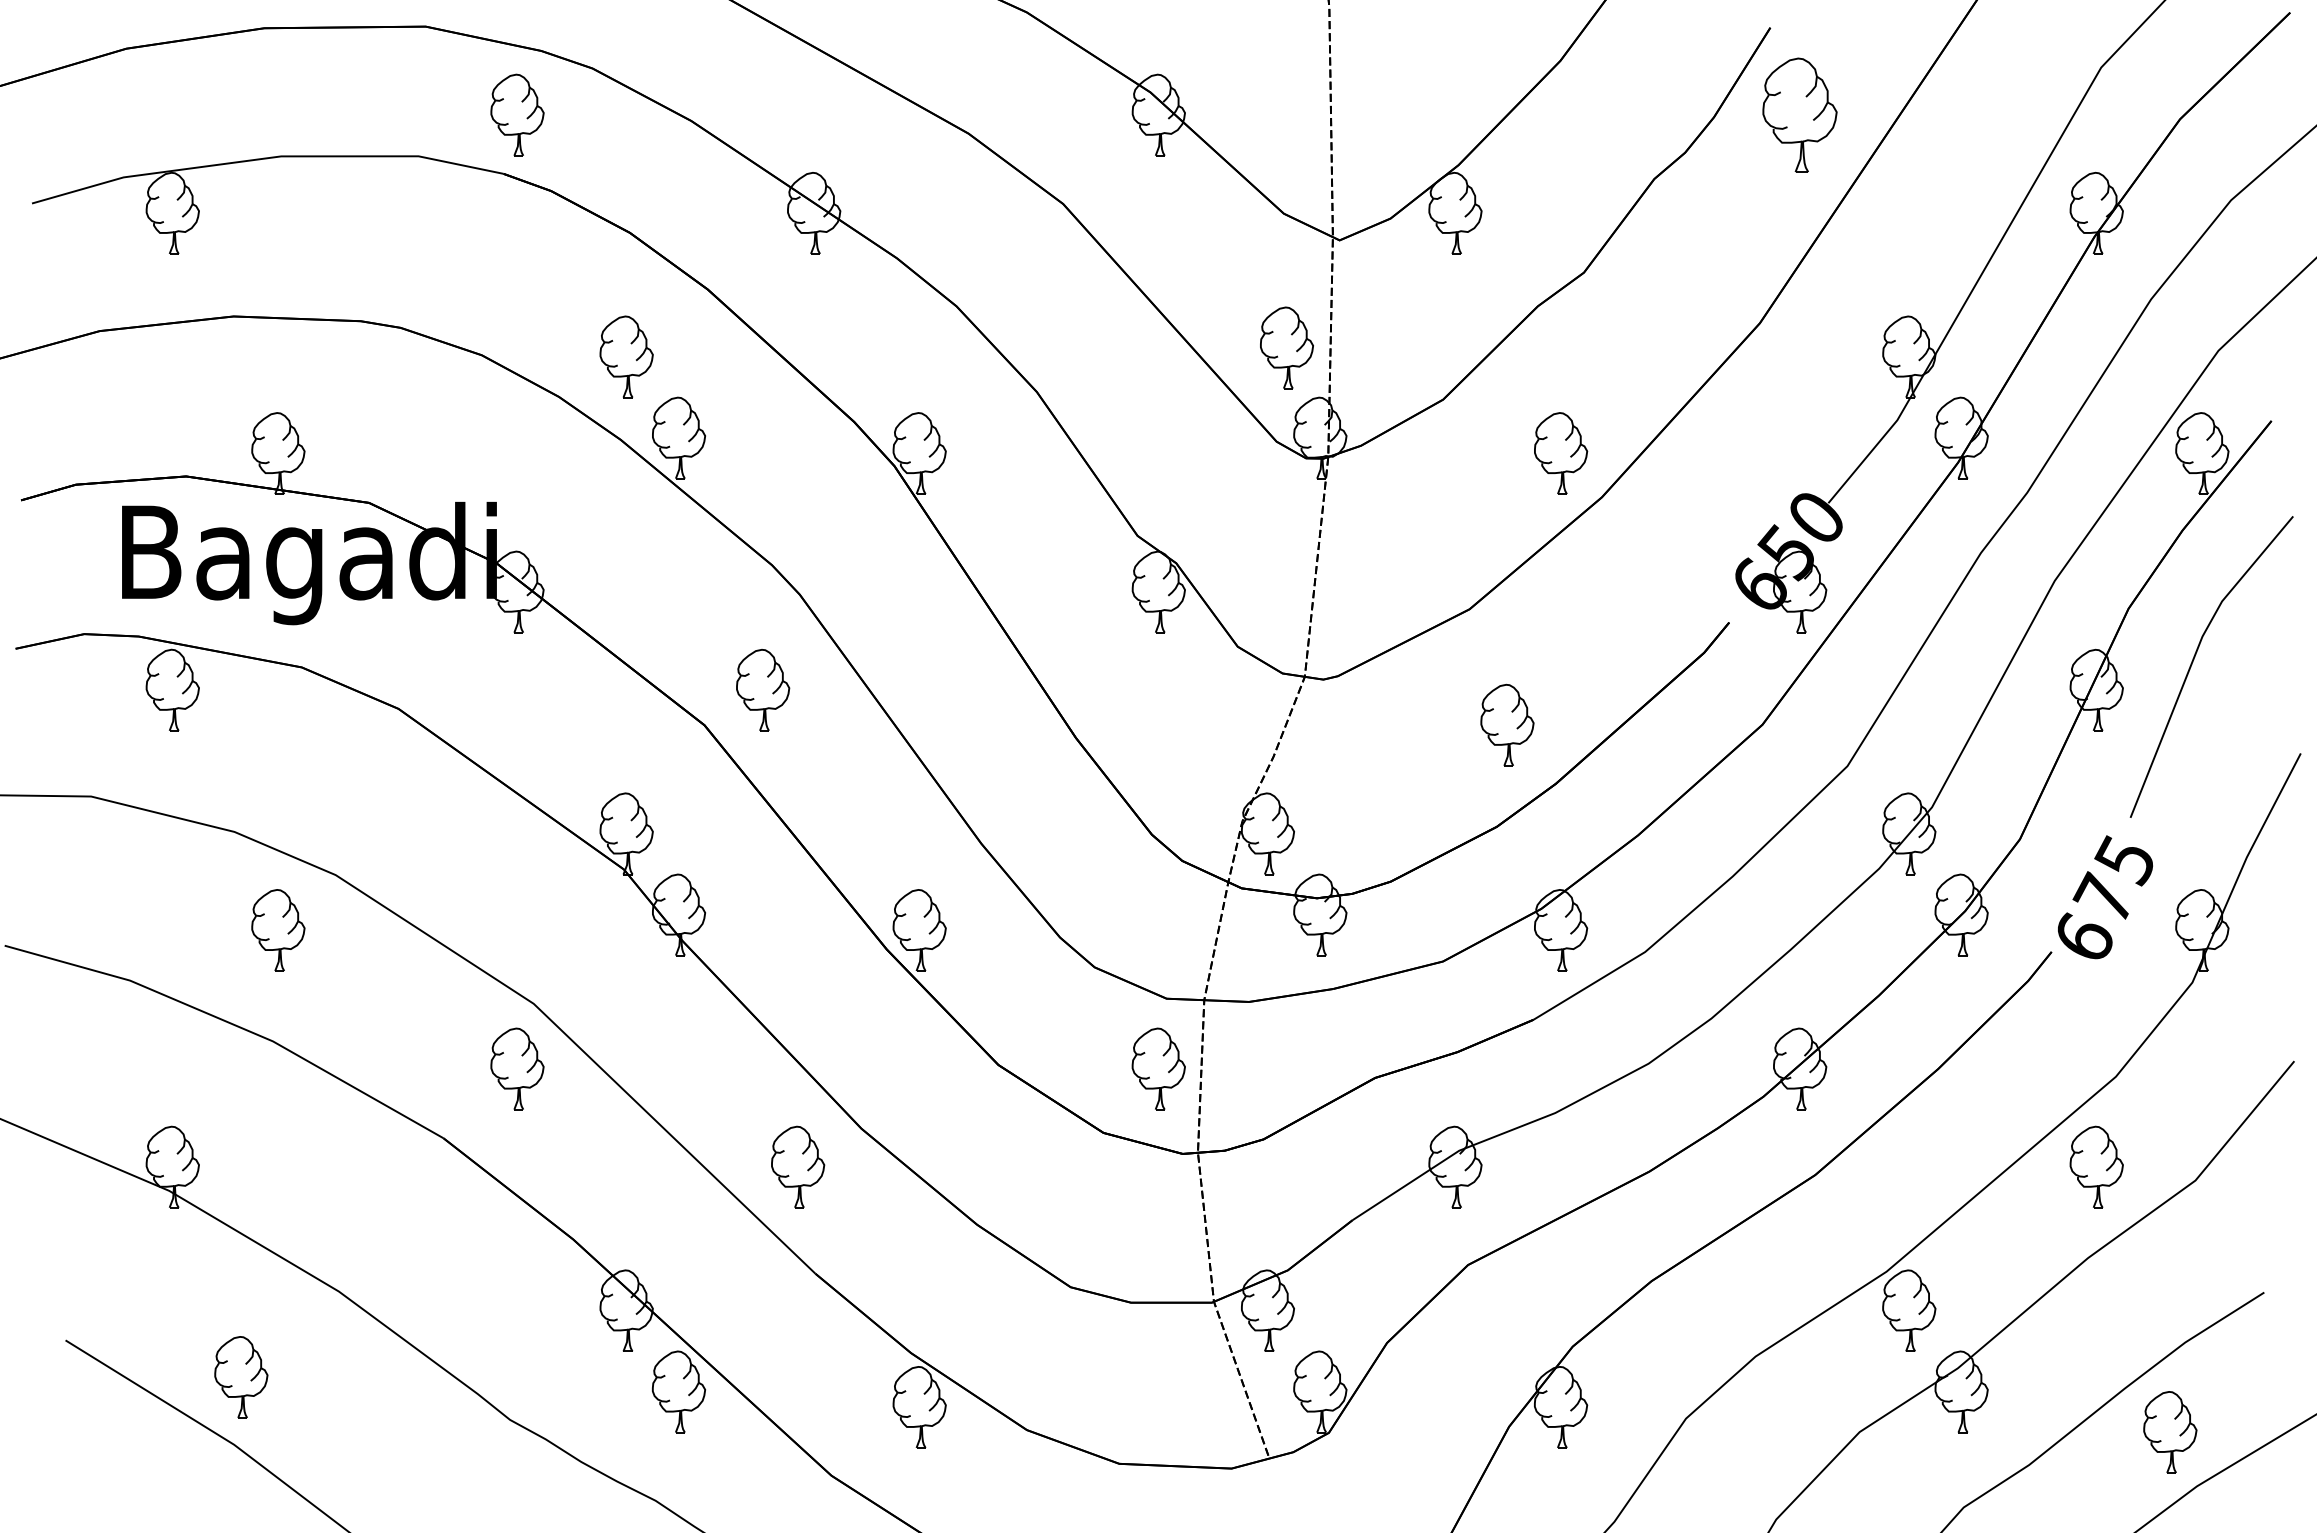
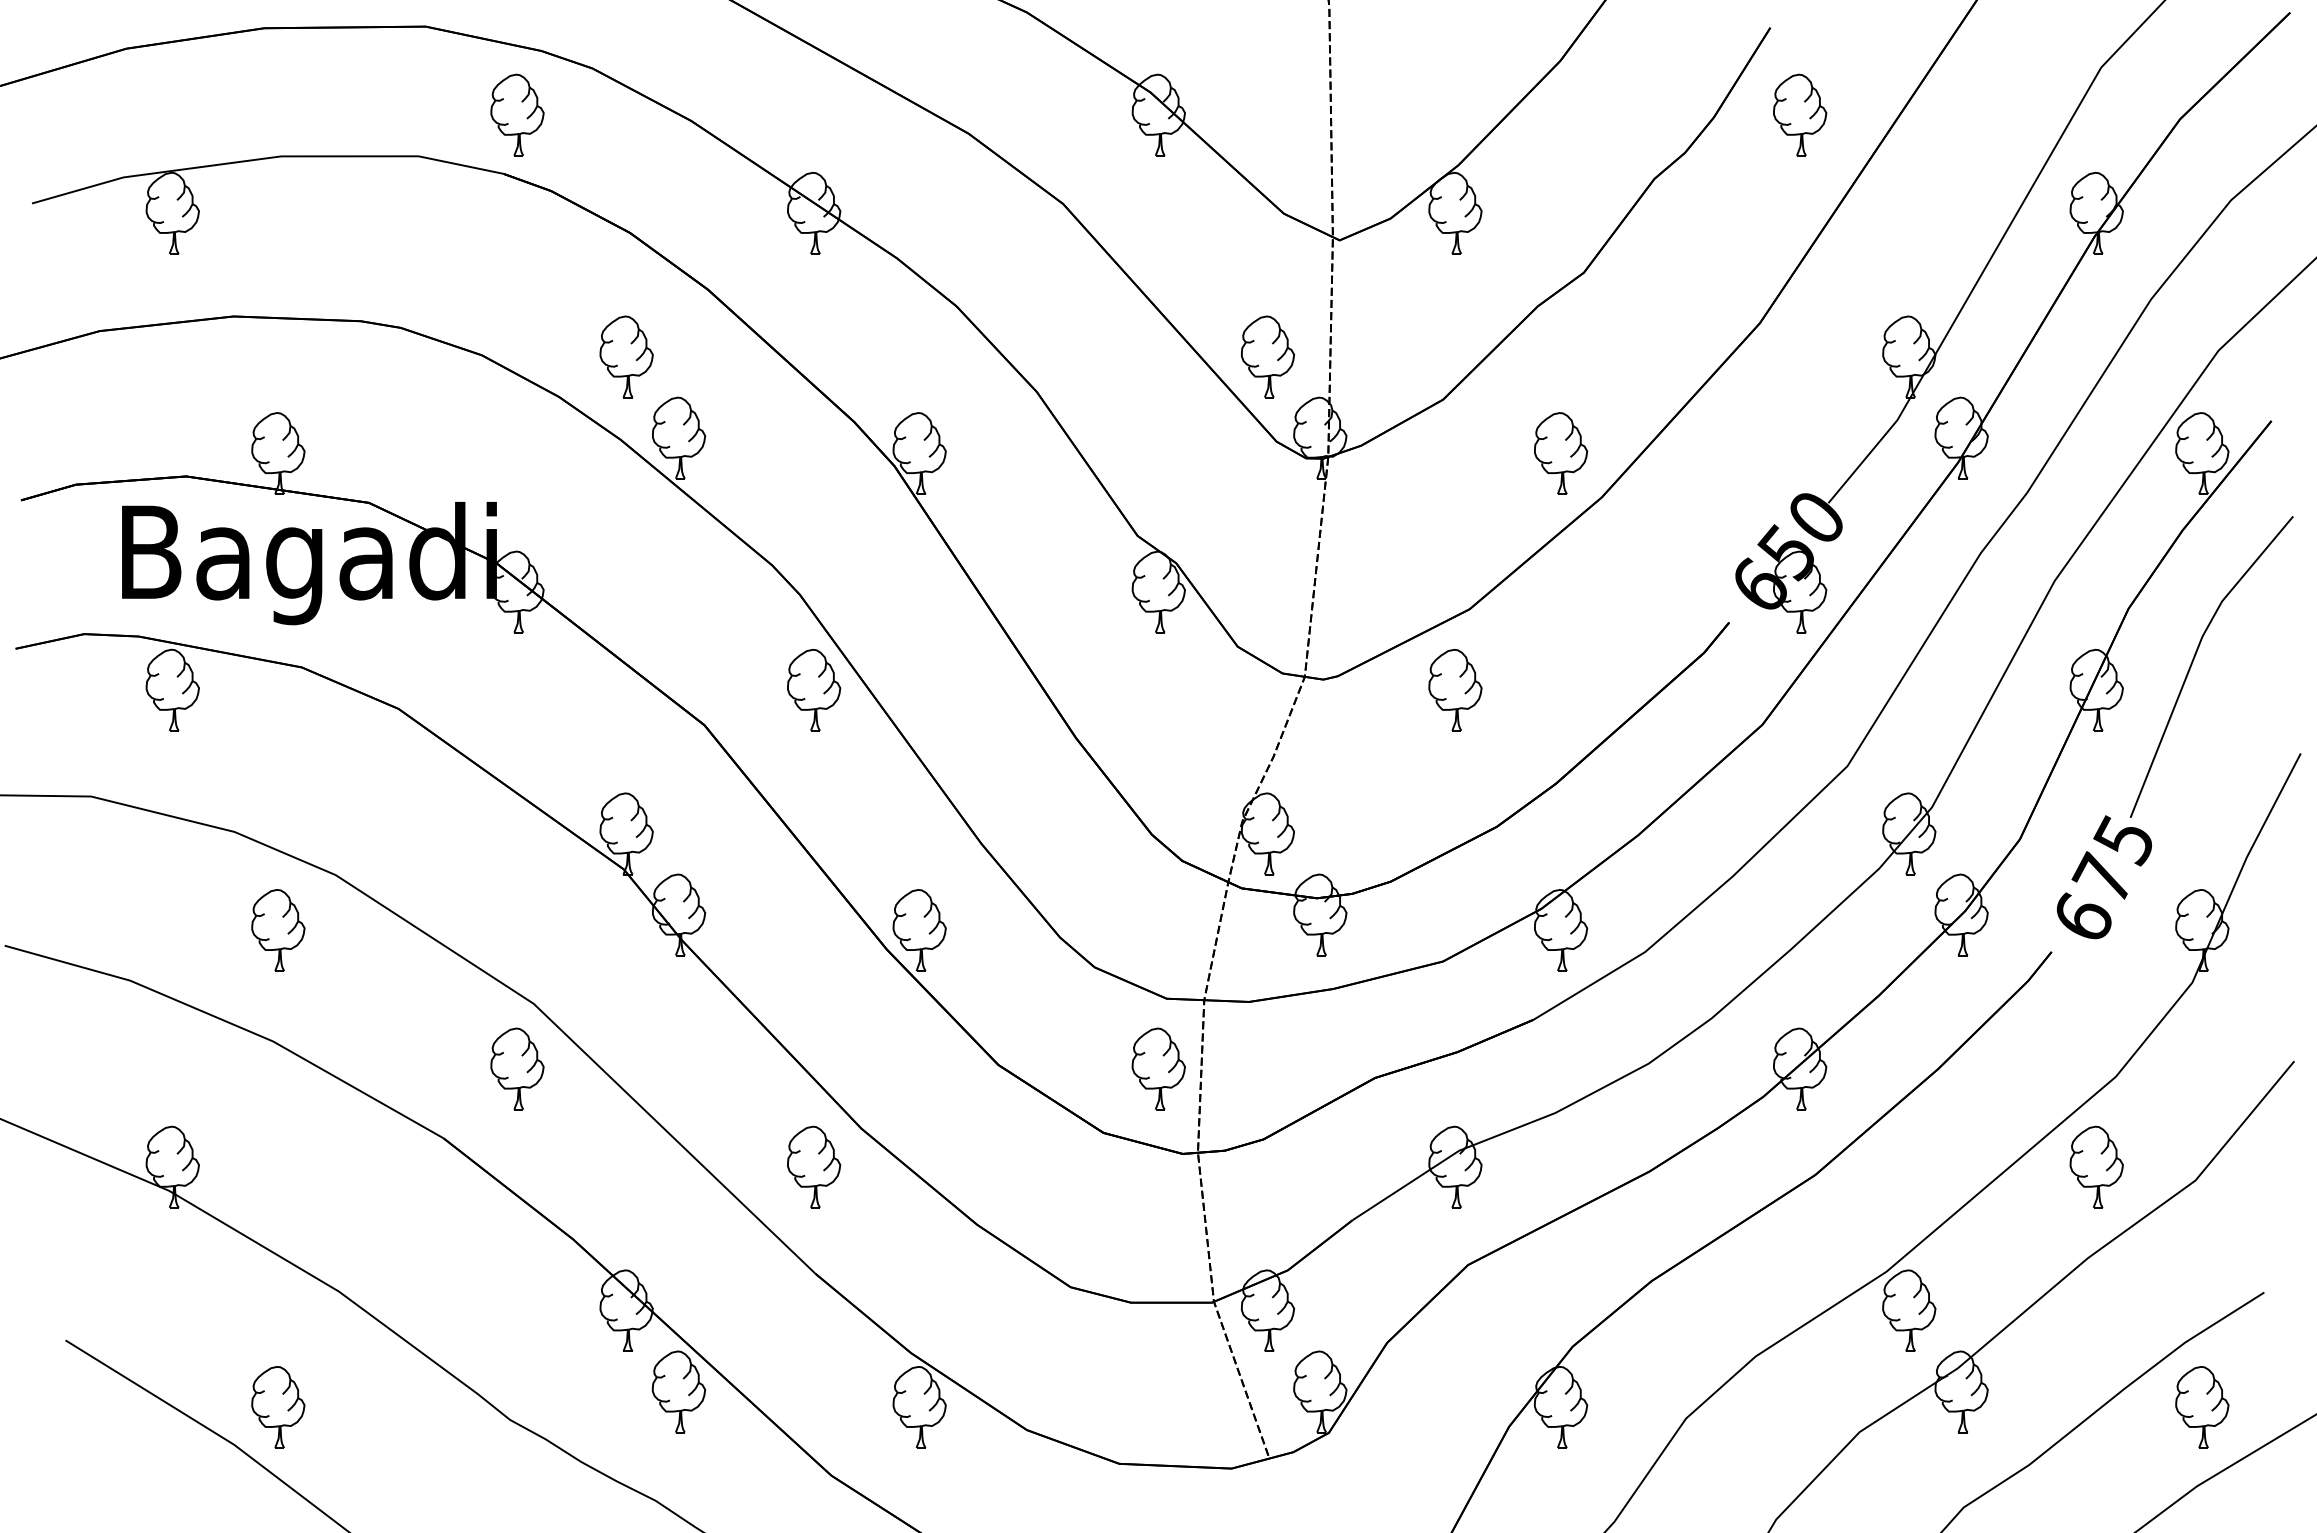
part at (1799, 114) size: 76x116 px -> 55x84 px
part at (1286, 347) position: (1286, 347) -> (1267, 356)
part at (763, 690) position: (763, 690) -> (814, 690)
part at (1507, 724) position: (1507, 724) -> (1455, 689)
text at (2105, 897) position: (2105, 897) -> (2104, 877)
part at (798, 1166) position: (798, 1166) -> (814, 1166)
part at (241, 1377) position: (241, 1377) -> (278, 1407)
part at (2170, 1432) position: (2170, 1432) -> (2202, 1407)
